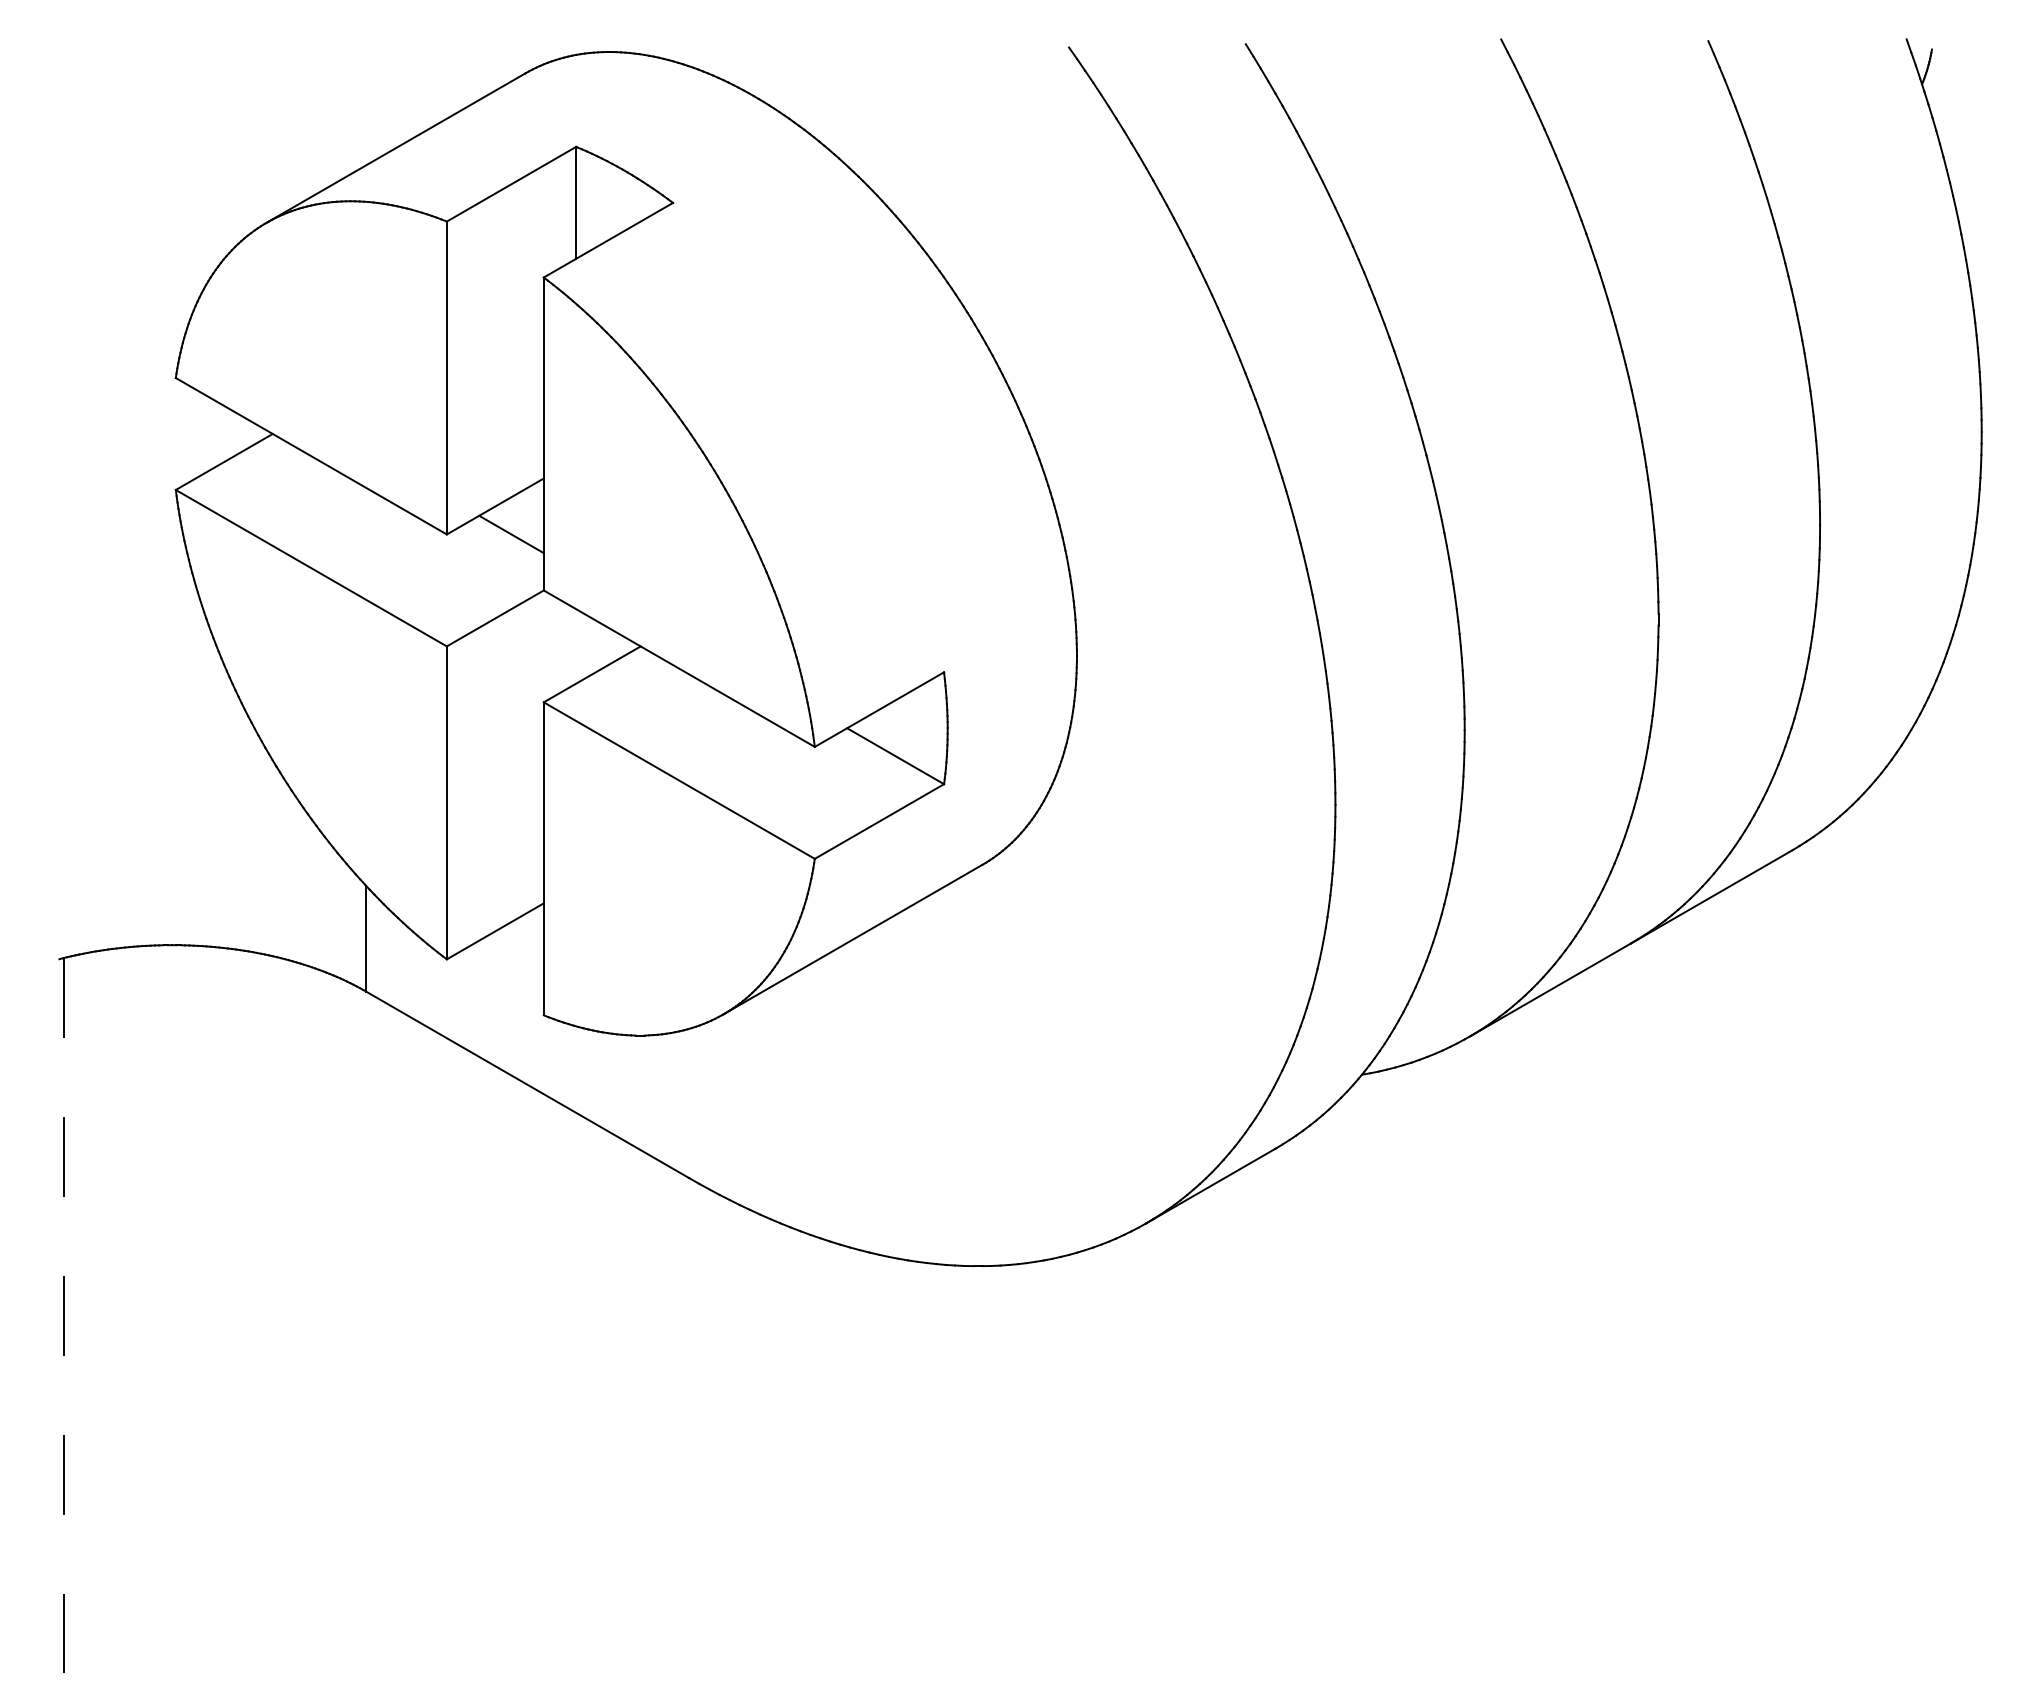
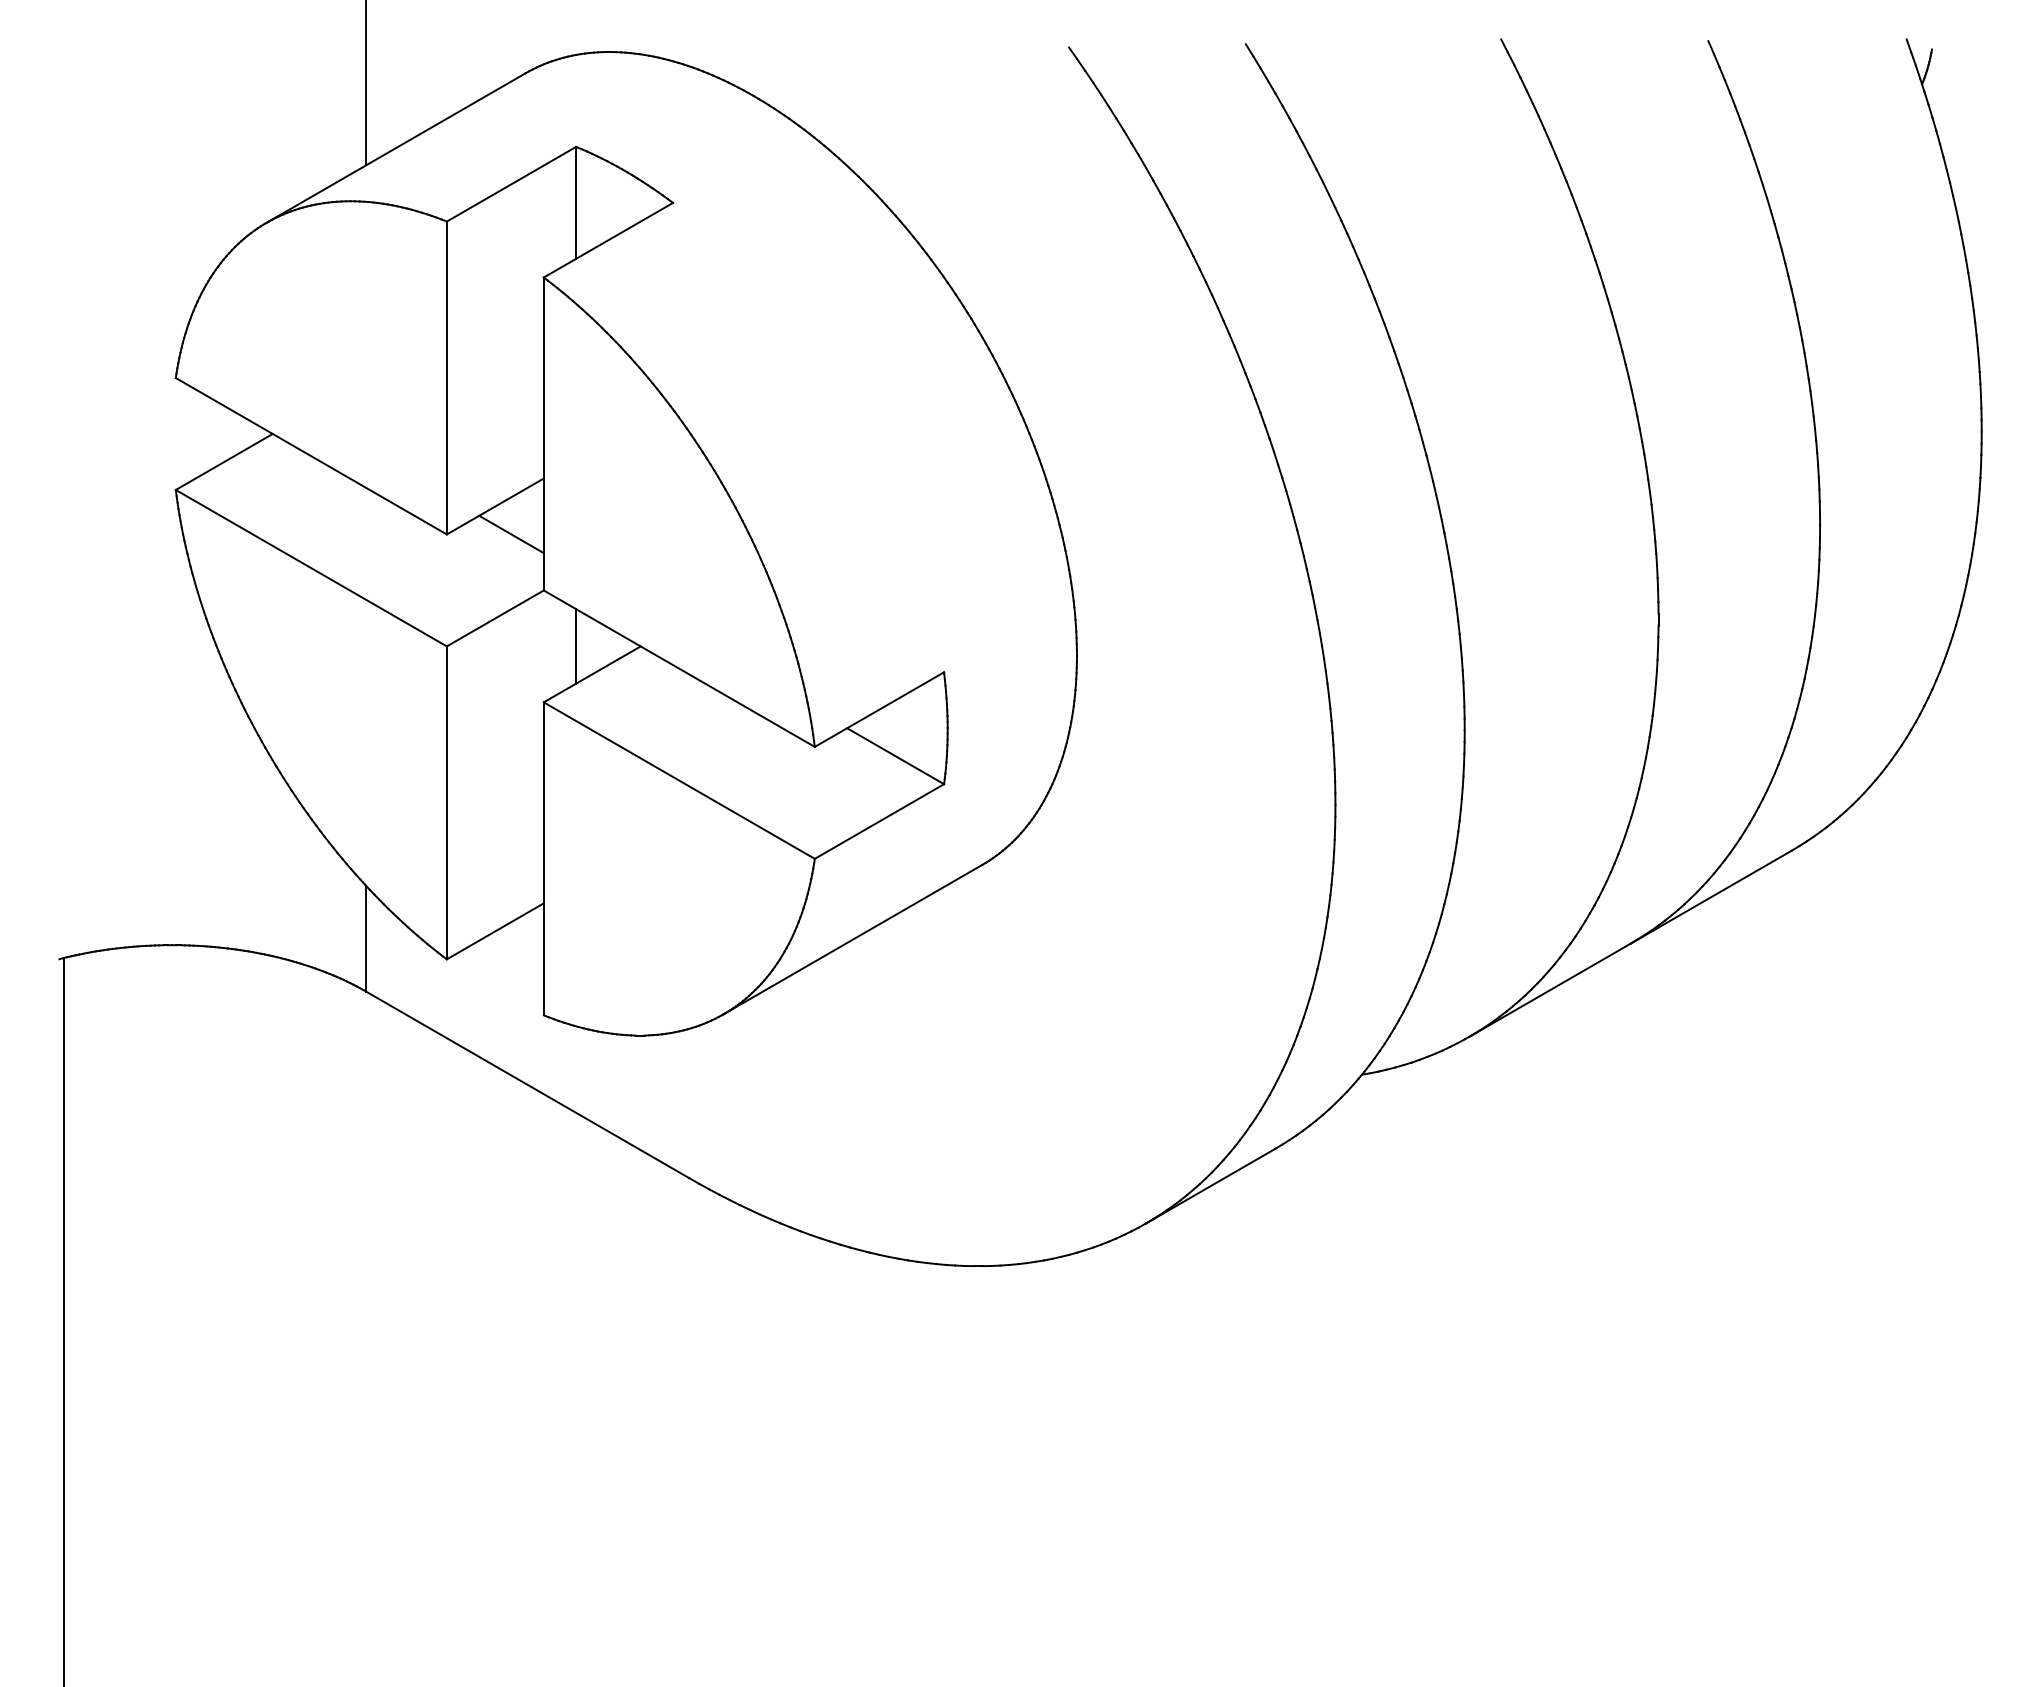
line at (366, 83): none -> present
line at (576, 646): none -> present
line at (63, 1322): dashed -> solid
